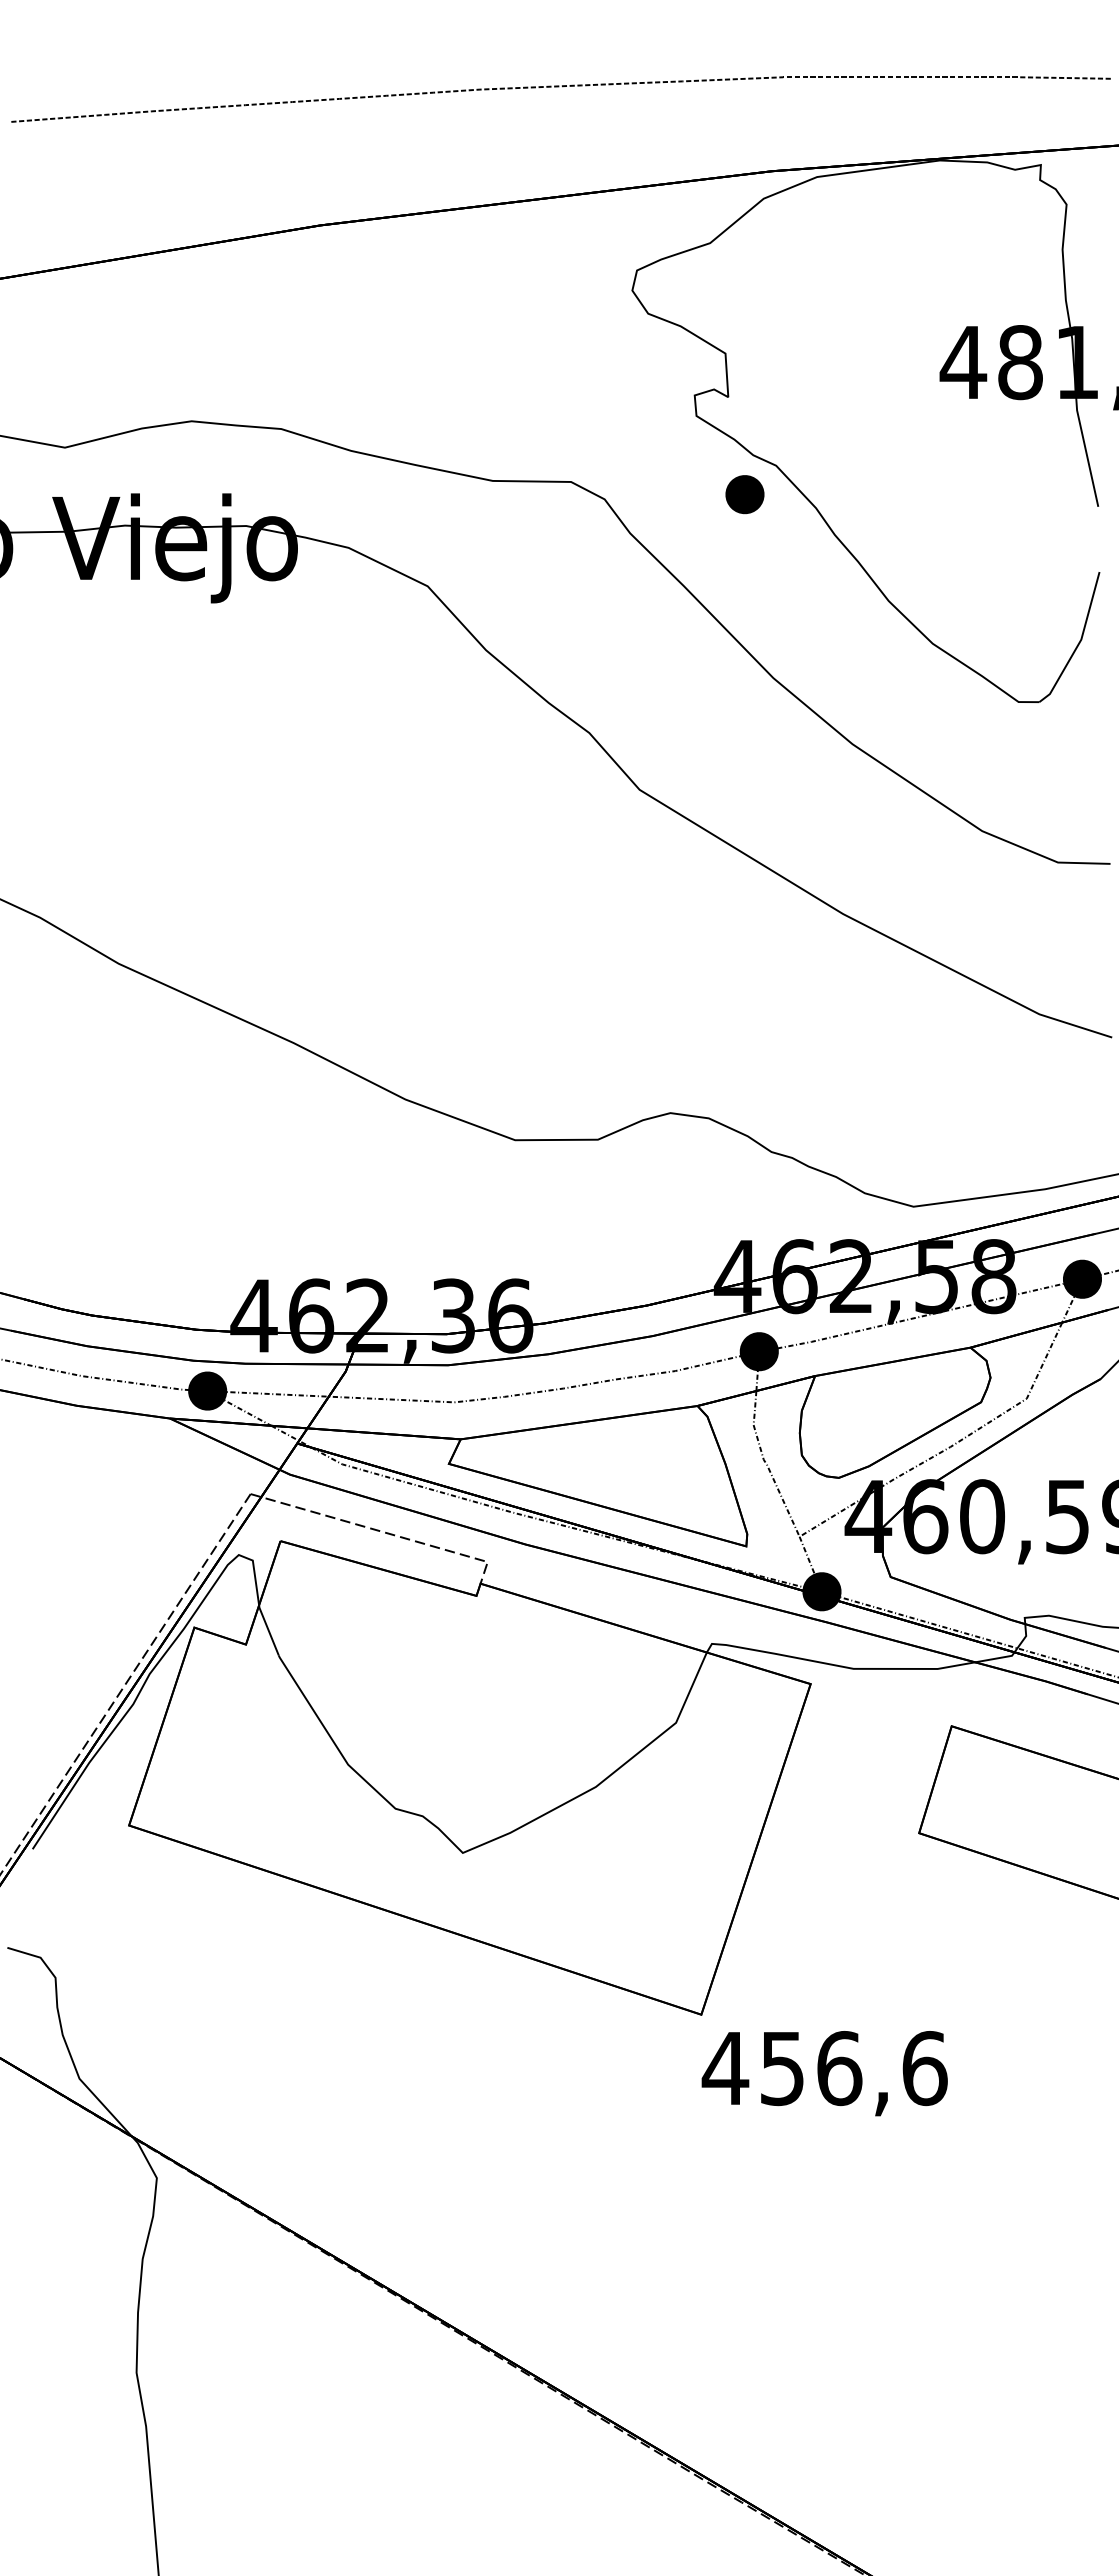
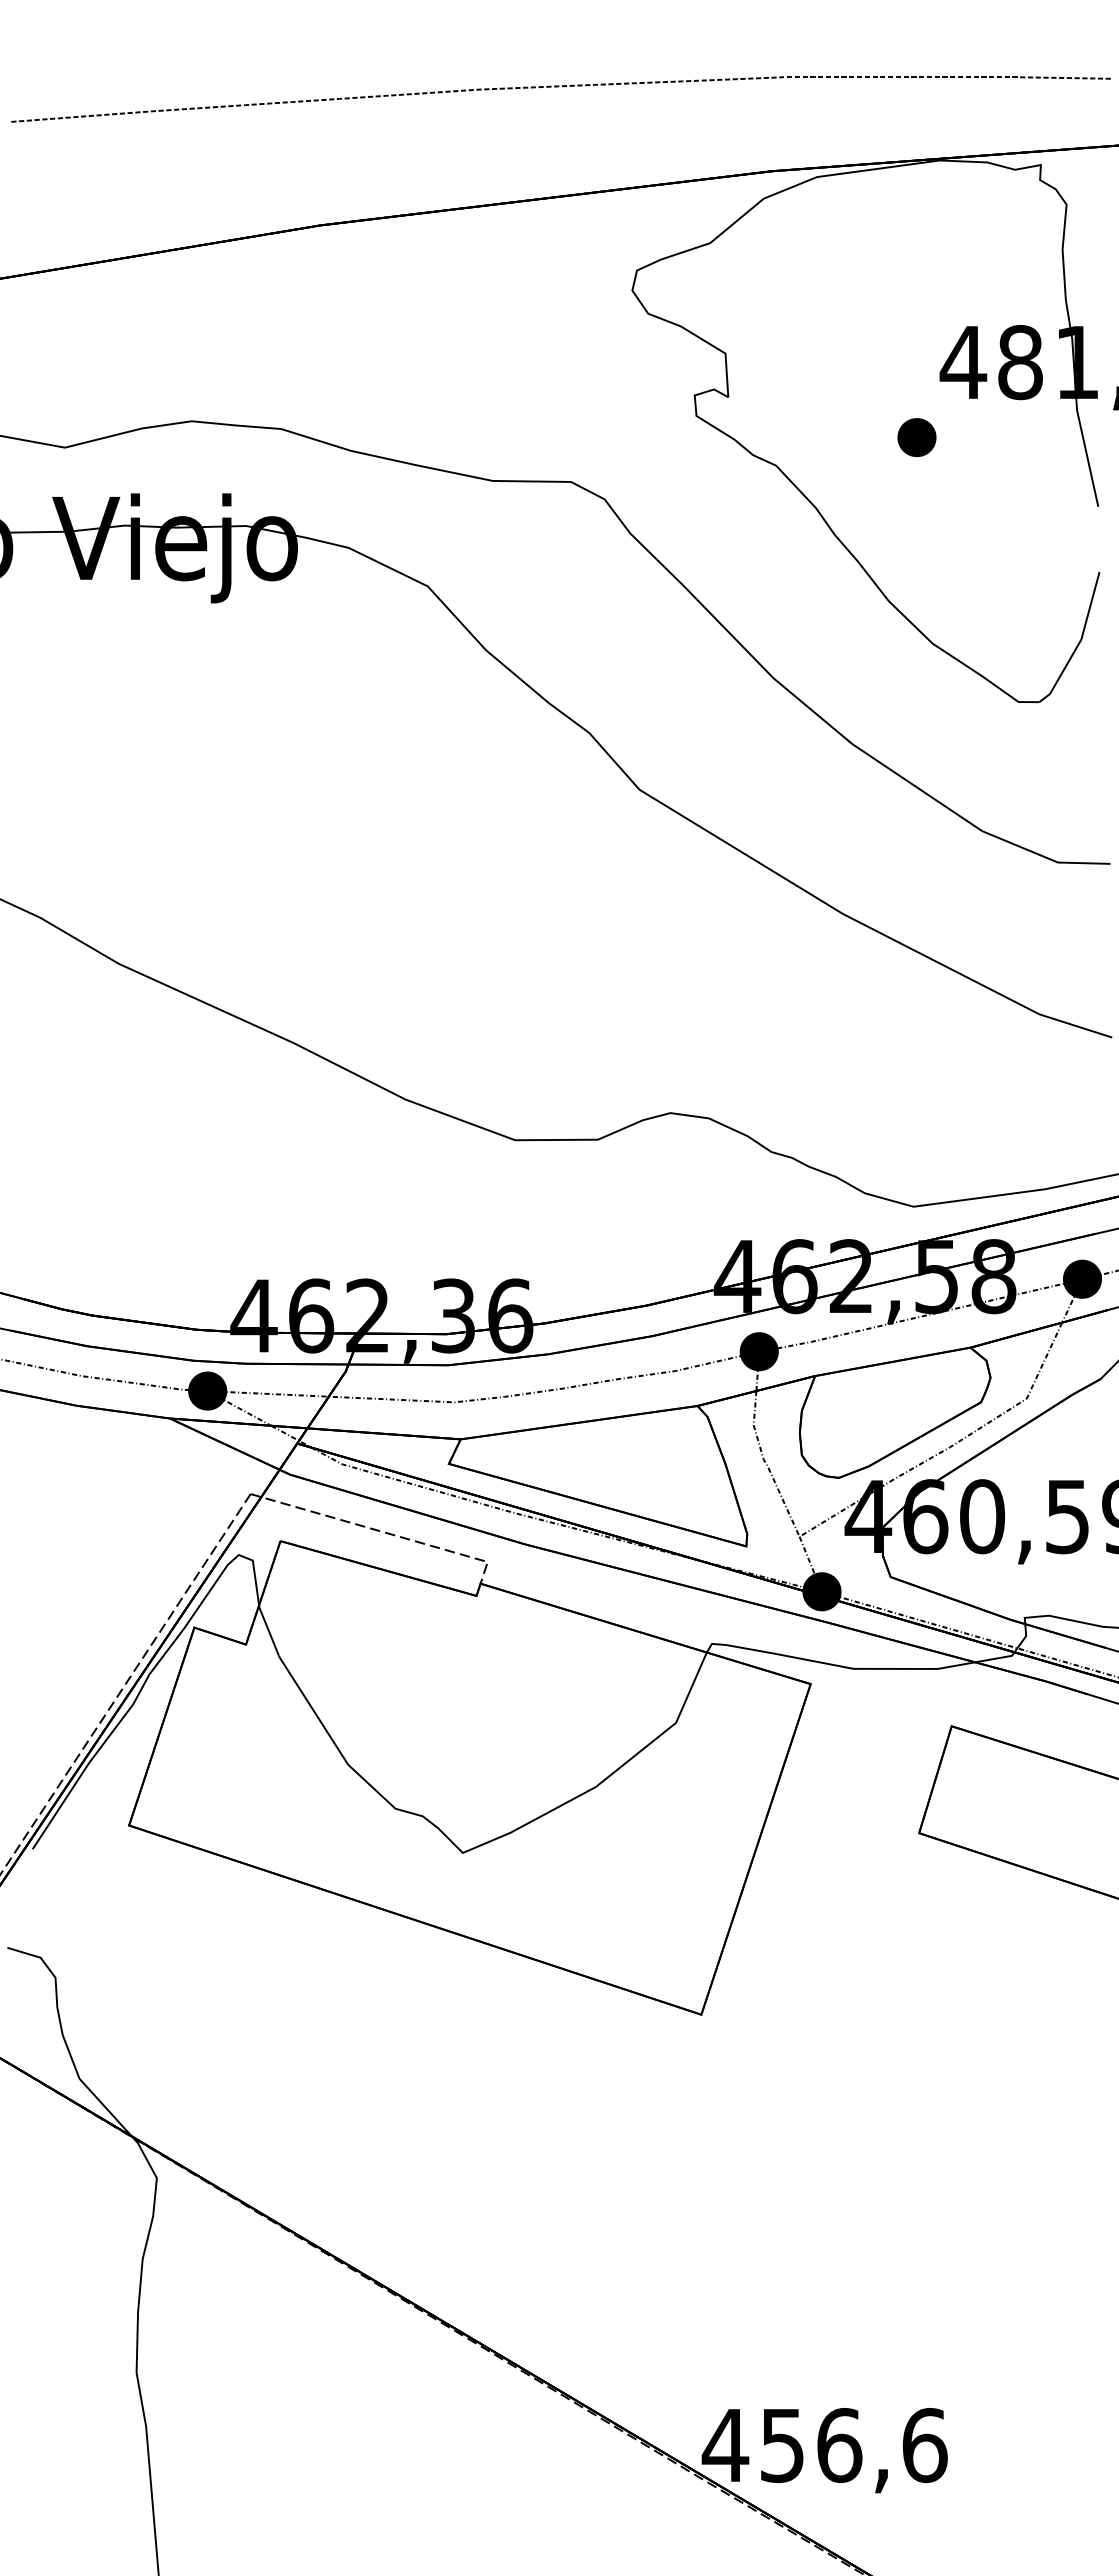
part at (744, 494) position: (744, 494) -> (916, 437)
text at (824, 2073) position: (824, 2073) -> (824, 2450)
